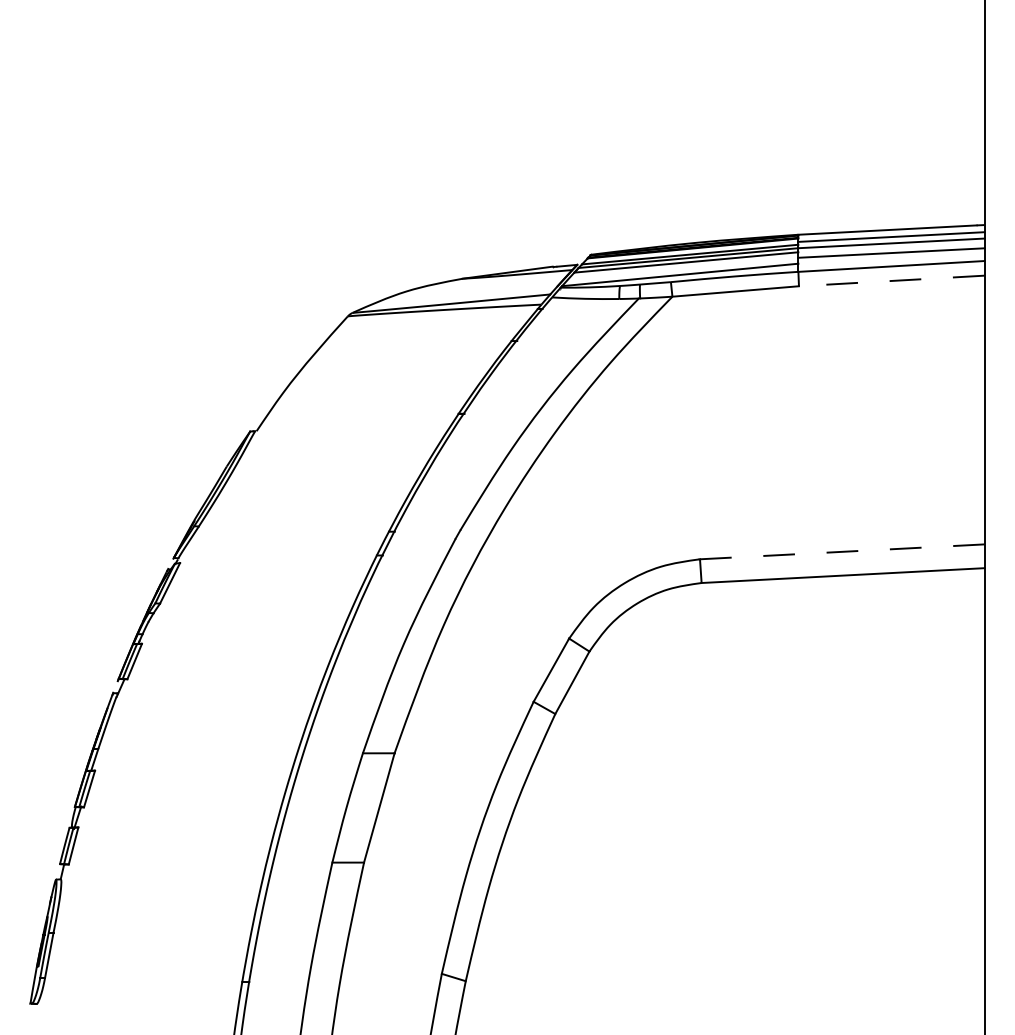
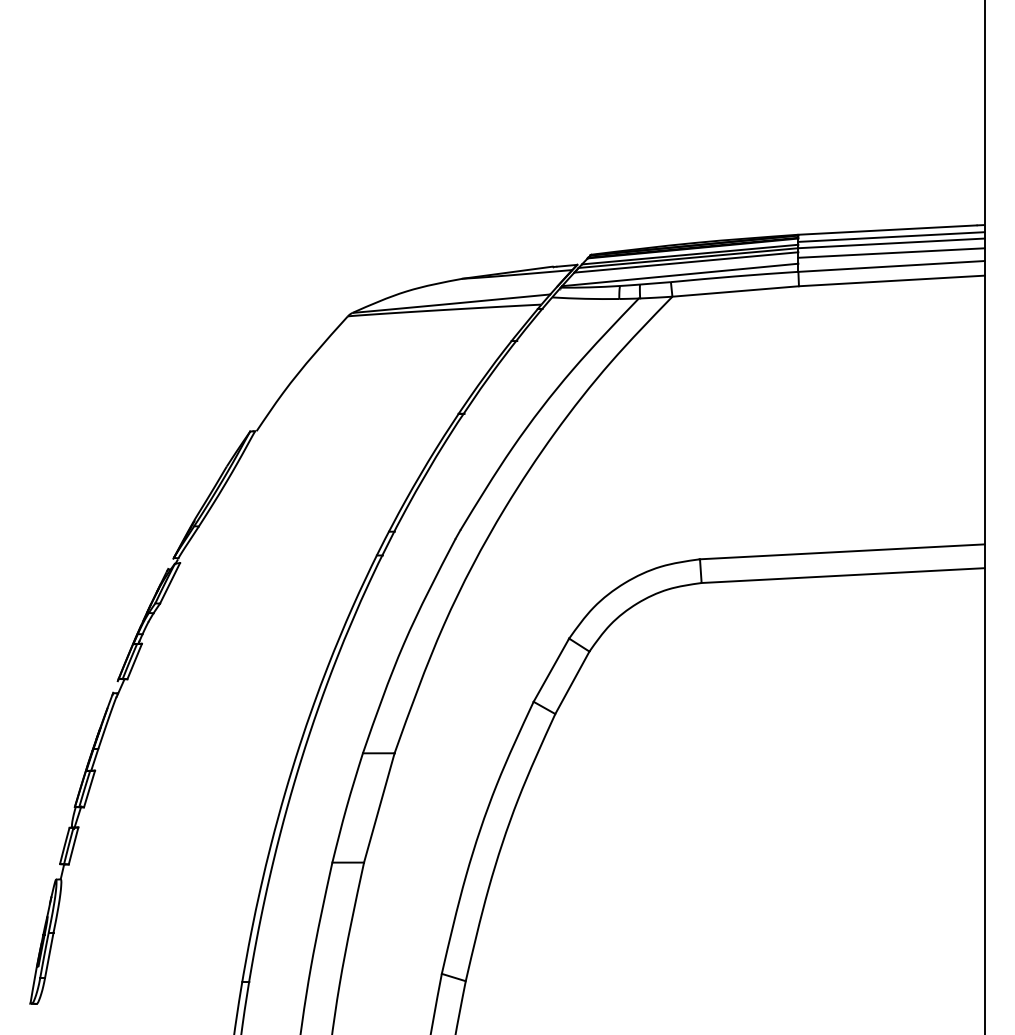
line at (891, 280): dashed -> solid
line at (842, 551): dashed -> solid
